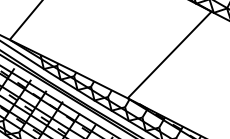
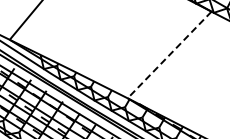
line at (169, 55): solid -> dashed
